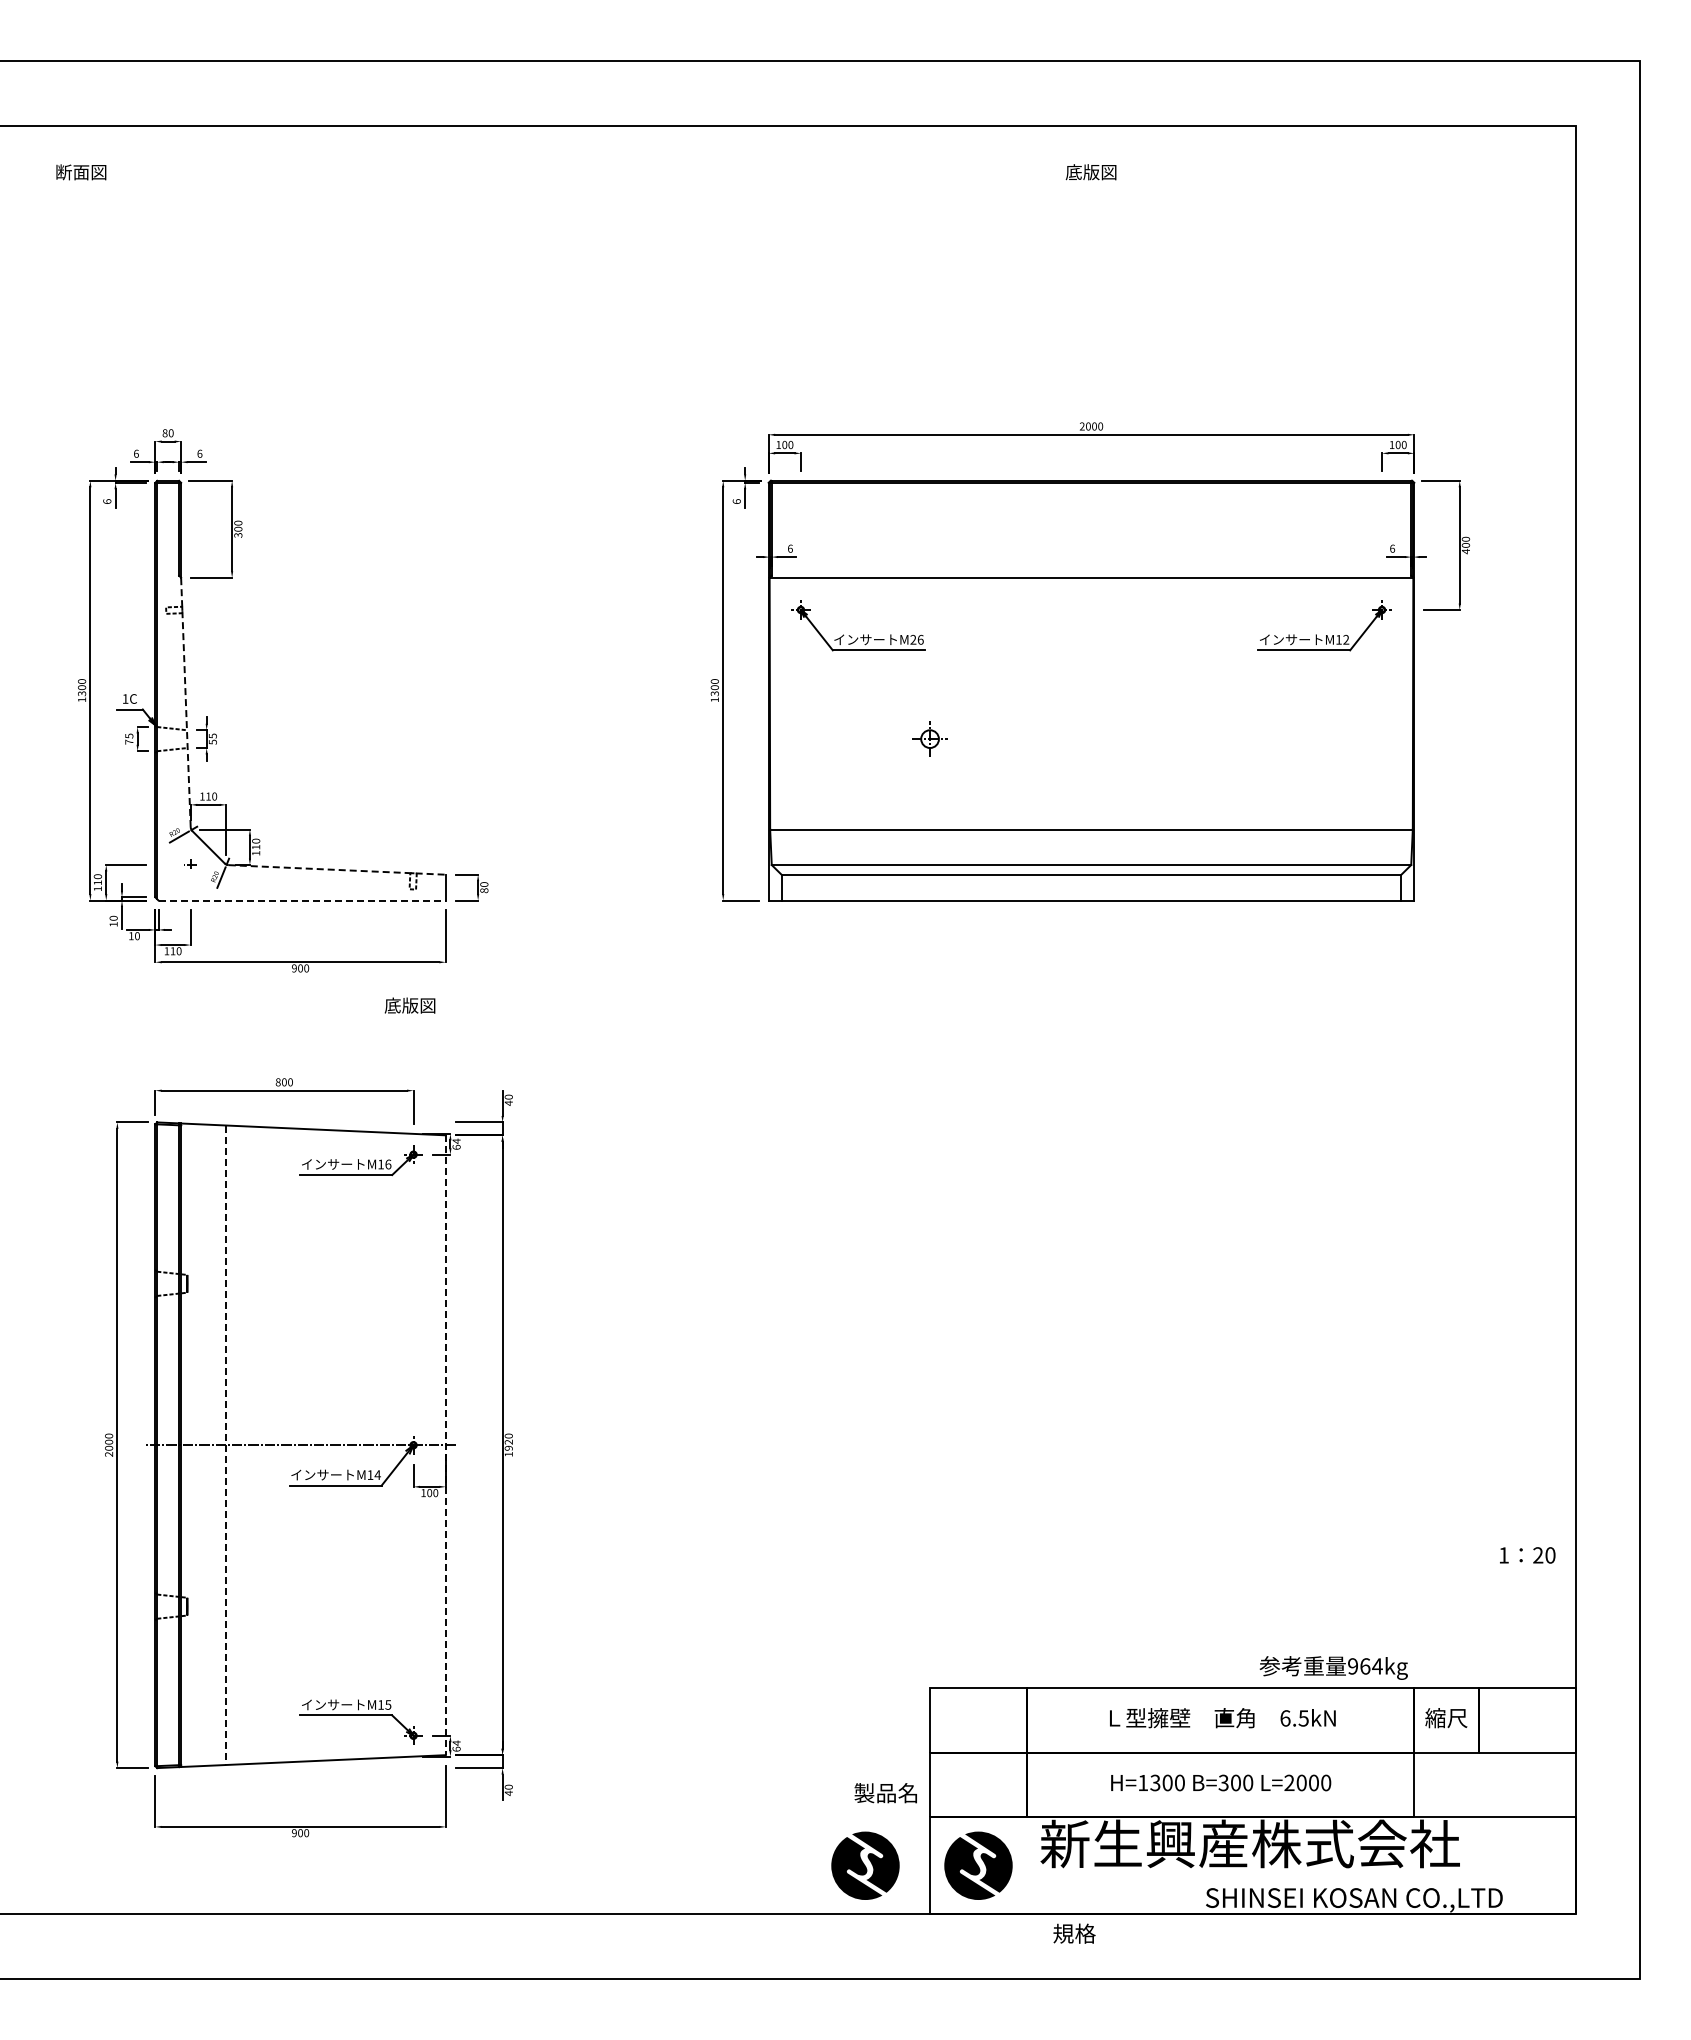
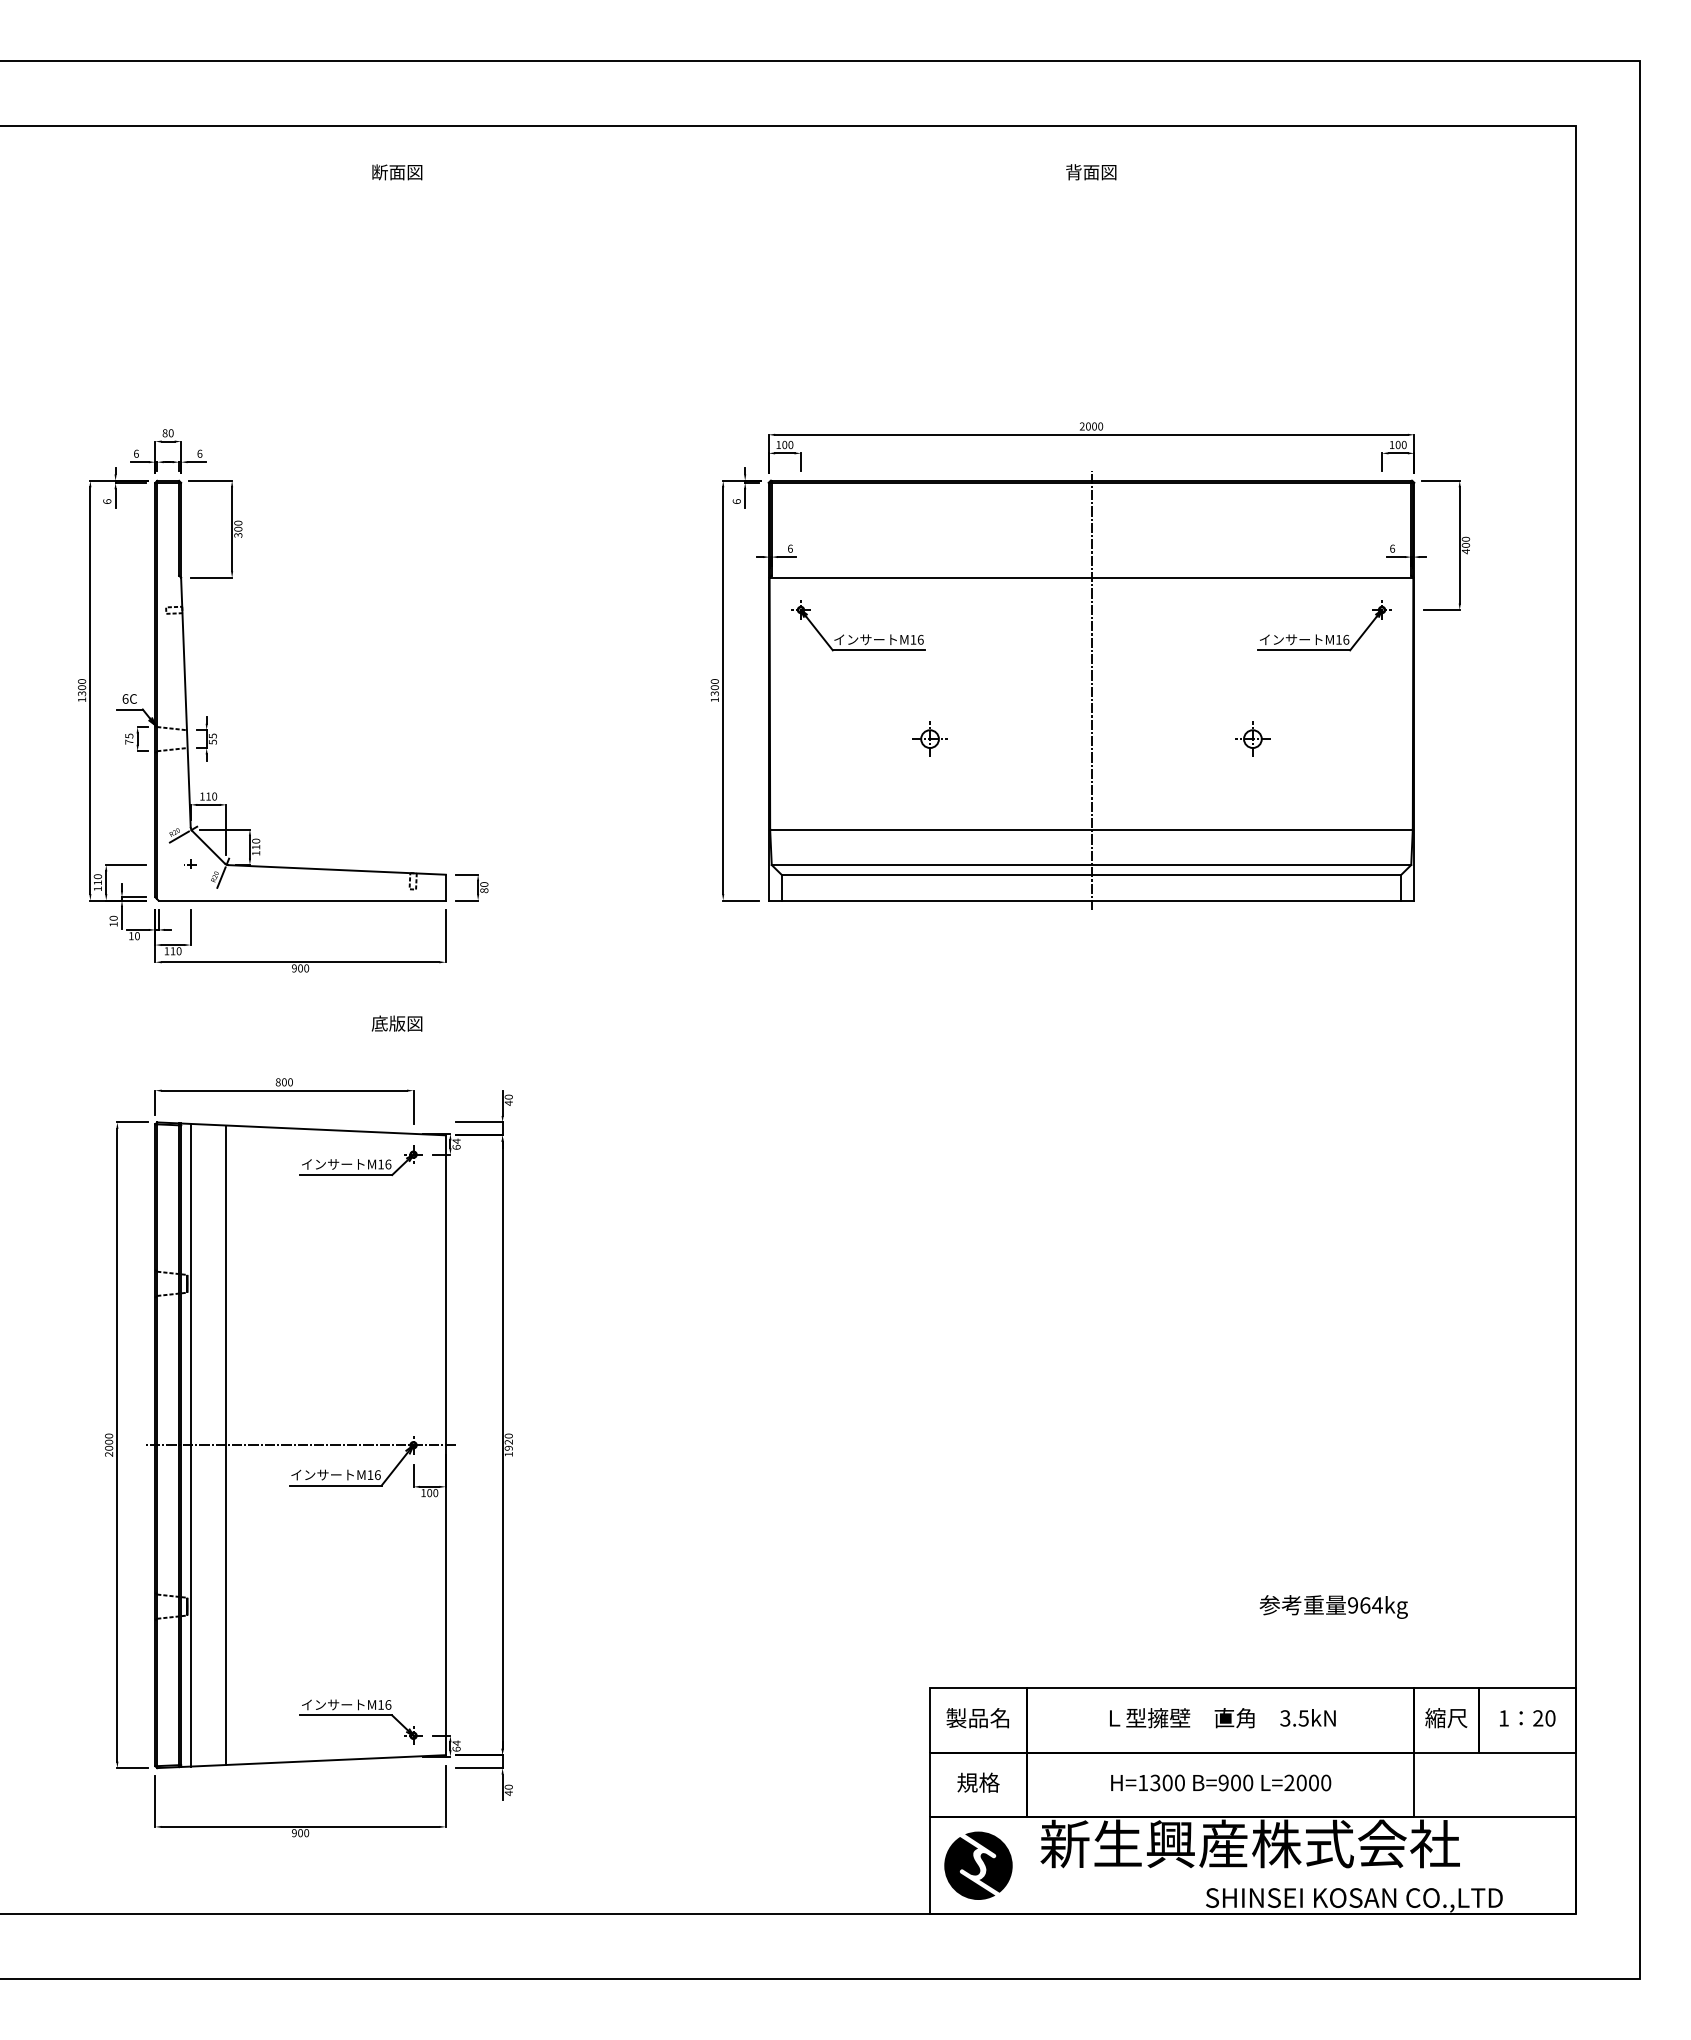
text at (81, 172) position: (81, 172) -> (397, 172)
text at (1082, 172): 底版図 -> 背面図
text at (913, 639): M26 -> M16
text at (1346, 639): M12 -> M16
line at (1091, 690): none -> present
text at (125, 698): 1C -> 6C
line at (185, 702): dashed -> solid
part at (1252, 738): none -> present
line at (337, 869): dashed -> solid
line at (302, 900): dashed -> solid
text at (409, 1005) position: (409, 1005) -> (396, 1023)
line at (190, 1444): none -> present
line at (226, 1445): dashed -> solid
line at (445, 1445): dashed -> solid
text at (377, 1474): M14 -> M16
text at (1527, 1555) position: (1527, 1555) -> (1527, 1718)
text at (1333, 1667) position: (1333, 1667) -> (1333, 1606)
text at (388, 1704): M15 -> M16
text at (1285, 1718): 6.5kN -> 3.5kN
text at (1223, 1783): B=300 -> B=900
text at (885, 1793) position: (885, 1793) -> (977, 1718)
part at (865, 1865): present -> none
text at (1074, 1933) position: (1074, 1933) -> (978, 1782)
